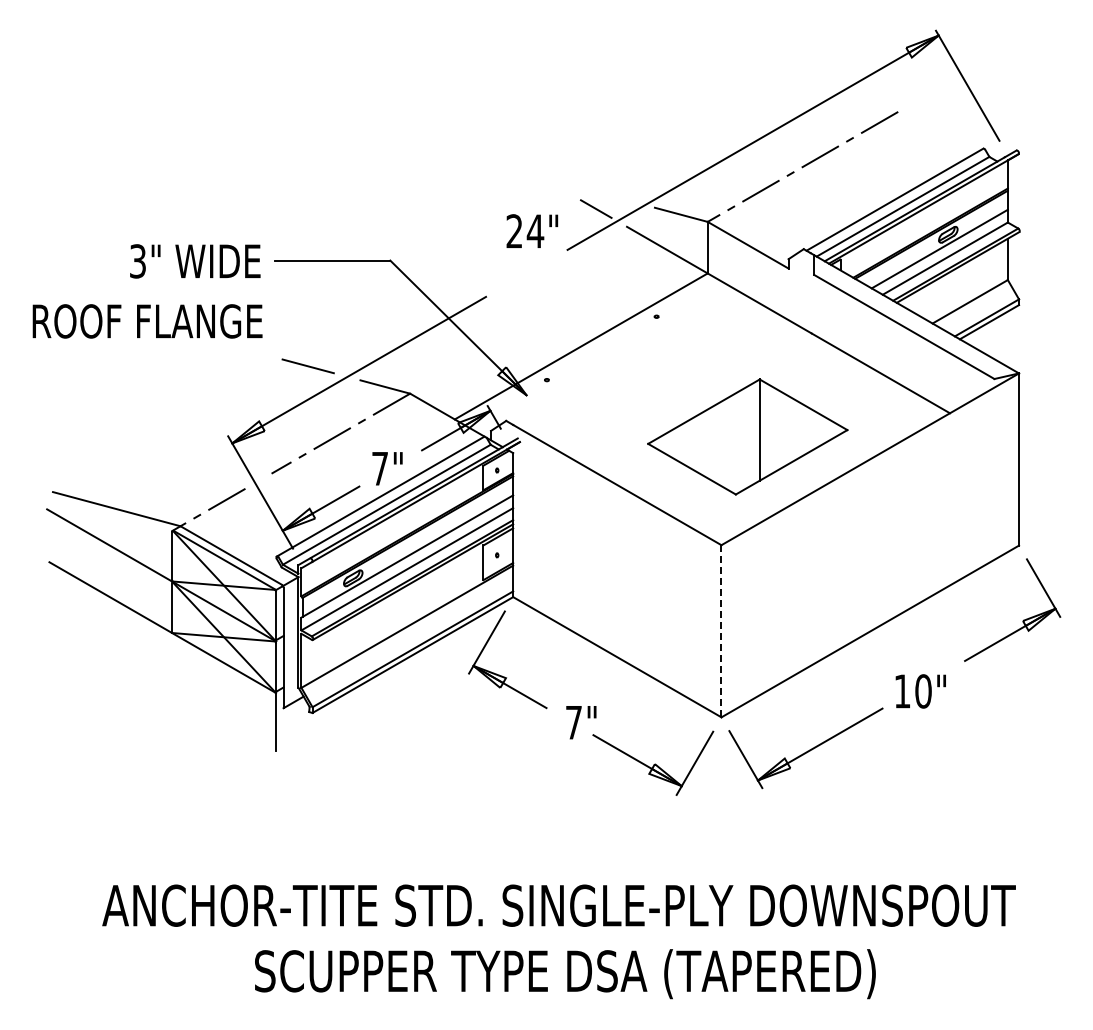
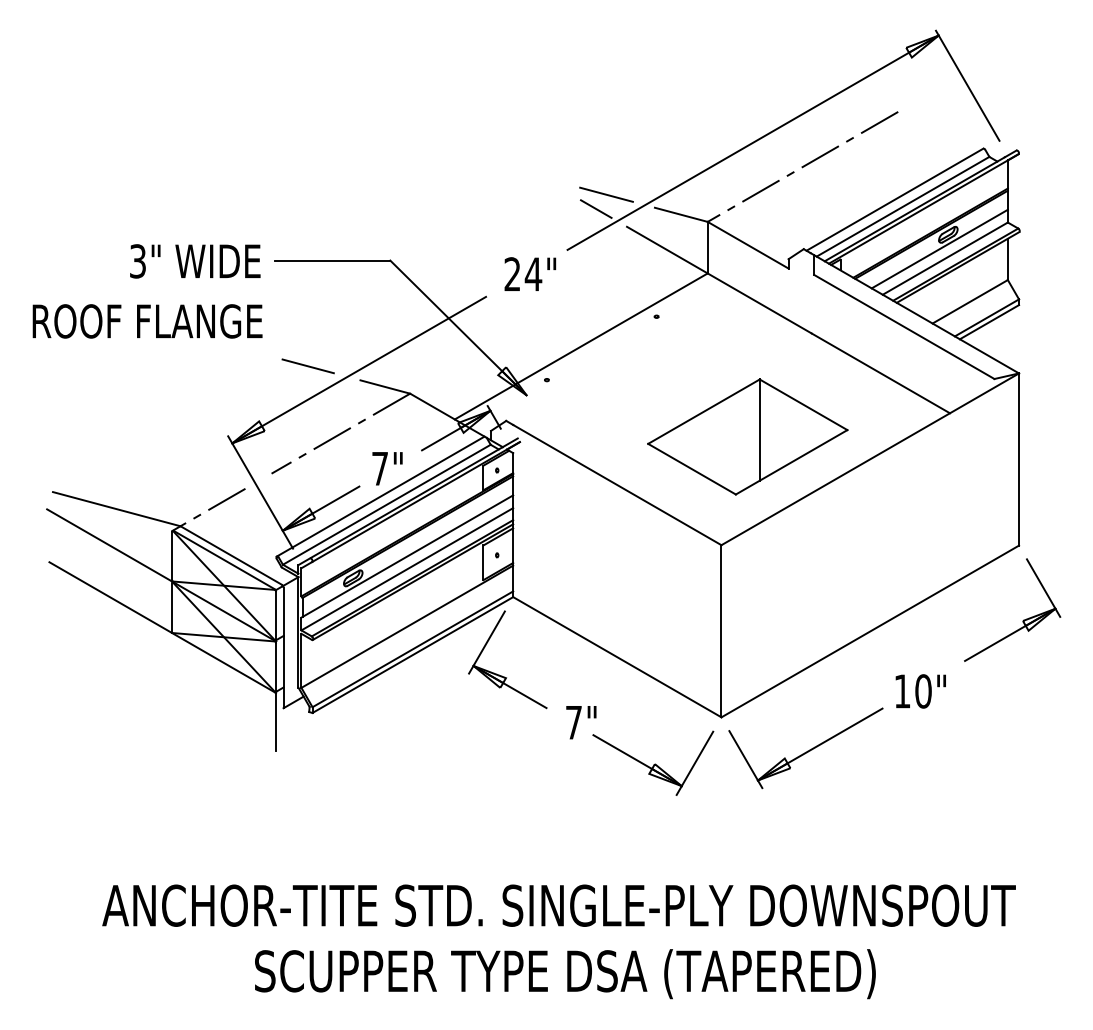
line at (606, 194): none -> present
text at (532, 230) position: (532, 230) -> (530, 273)
line at (721, 630): dashed -> solid
